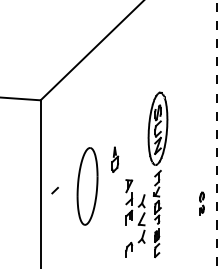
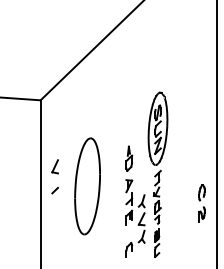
line at (216, 134): dashed -> solid
part at (115, 159) position: (115, 159) -> (129, 158)
part at (54, 166): none -> present
part at (87, 186) size: 23x79 px -> 27x99 px
part at (201, 203) size: 6x25 px -> 8x39 px
